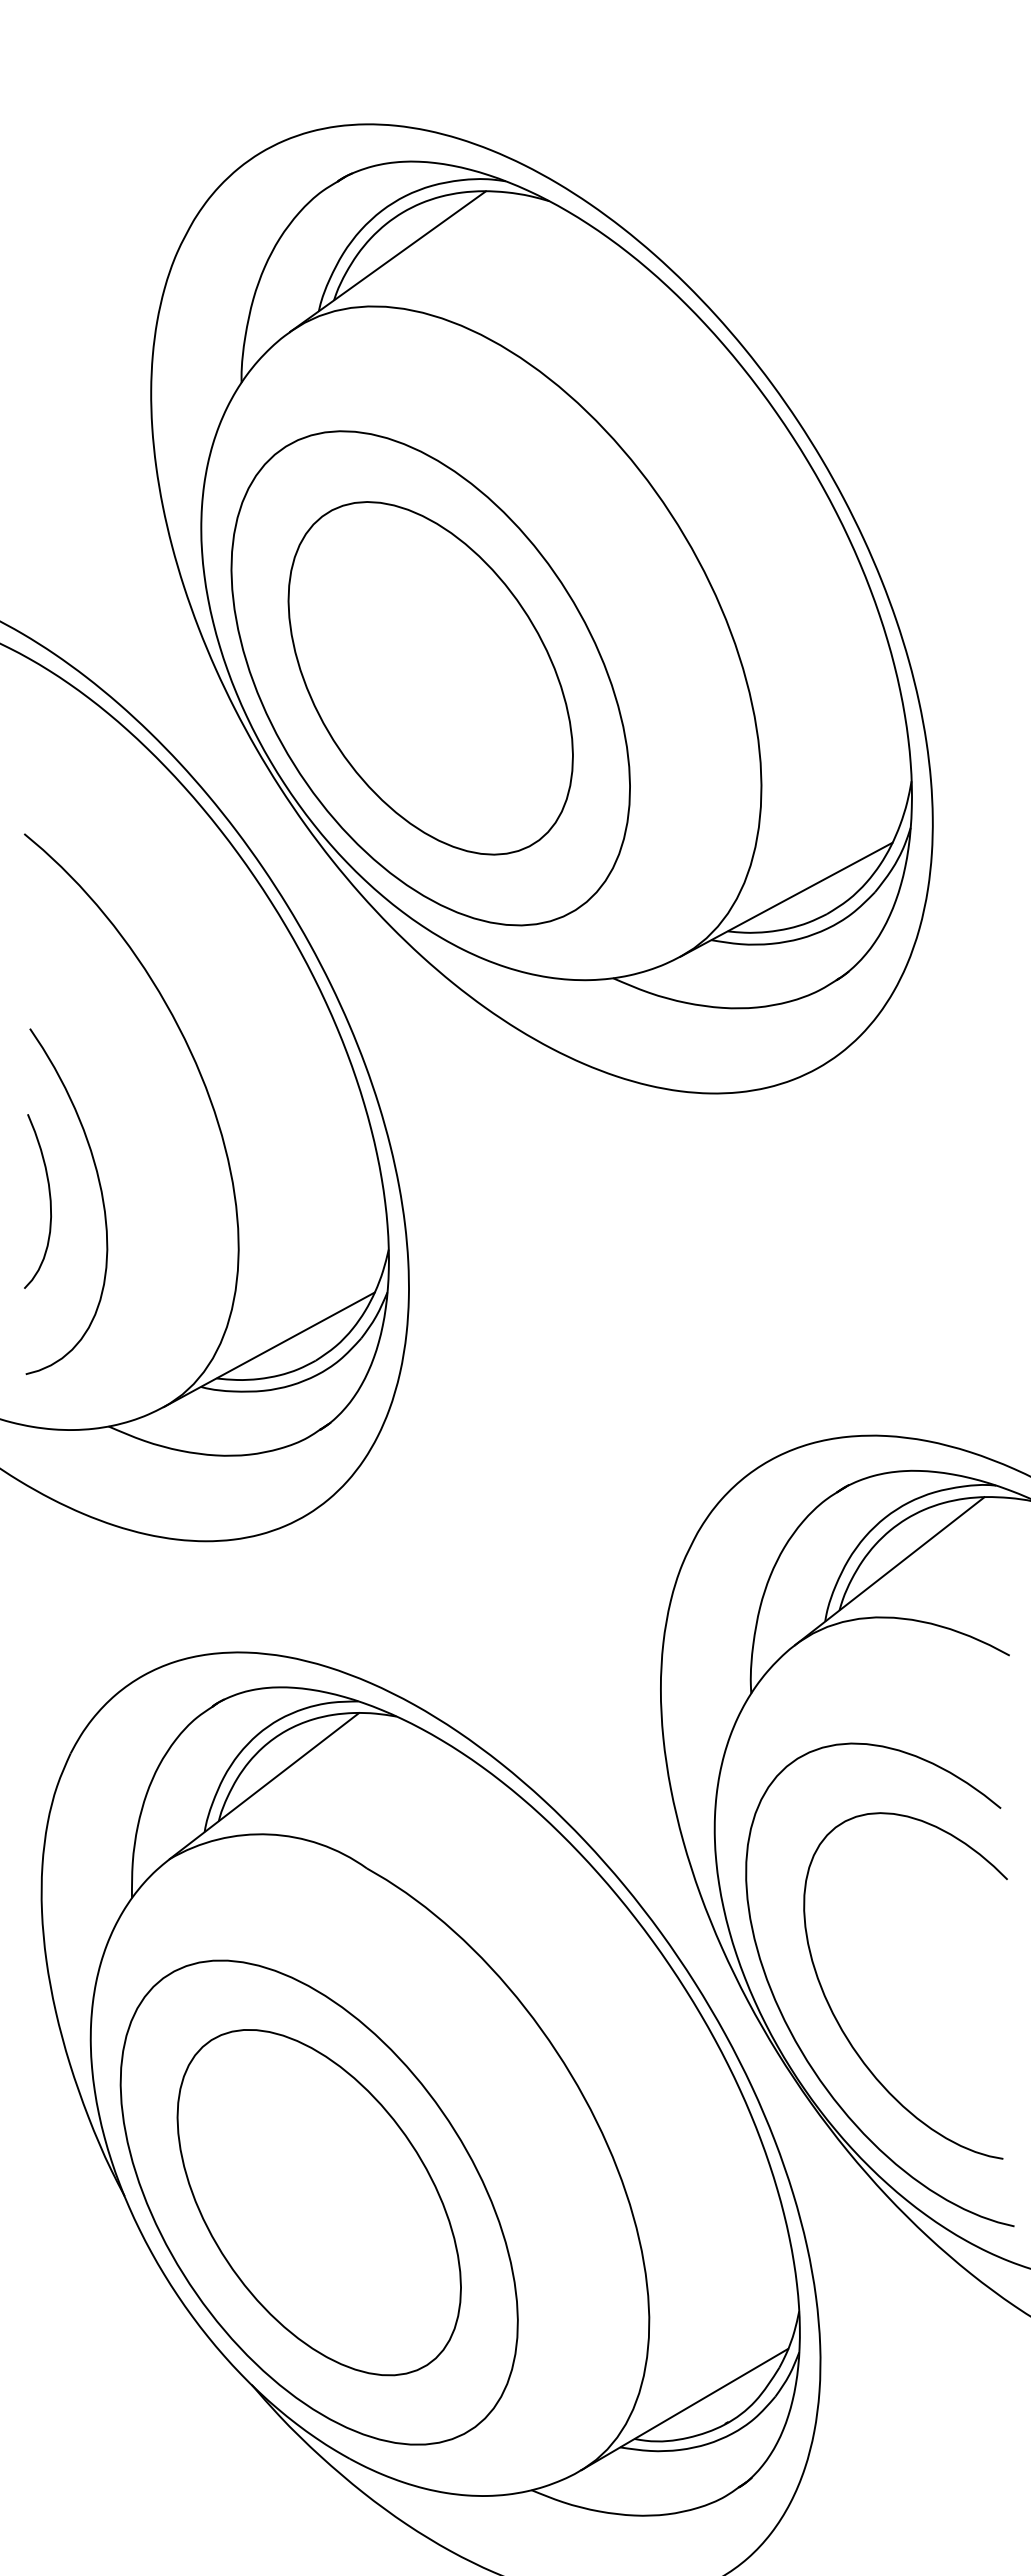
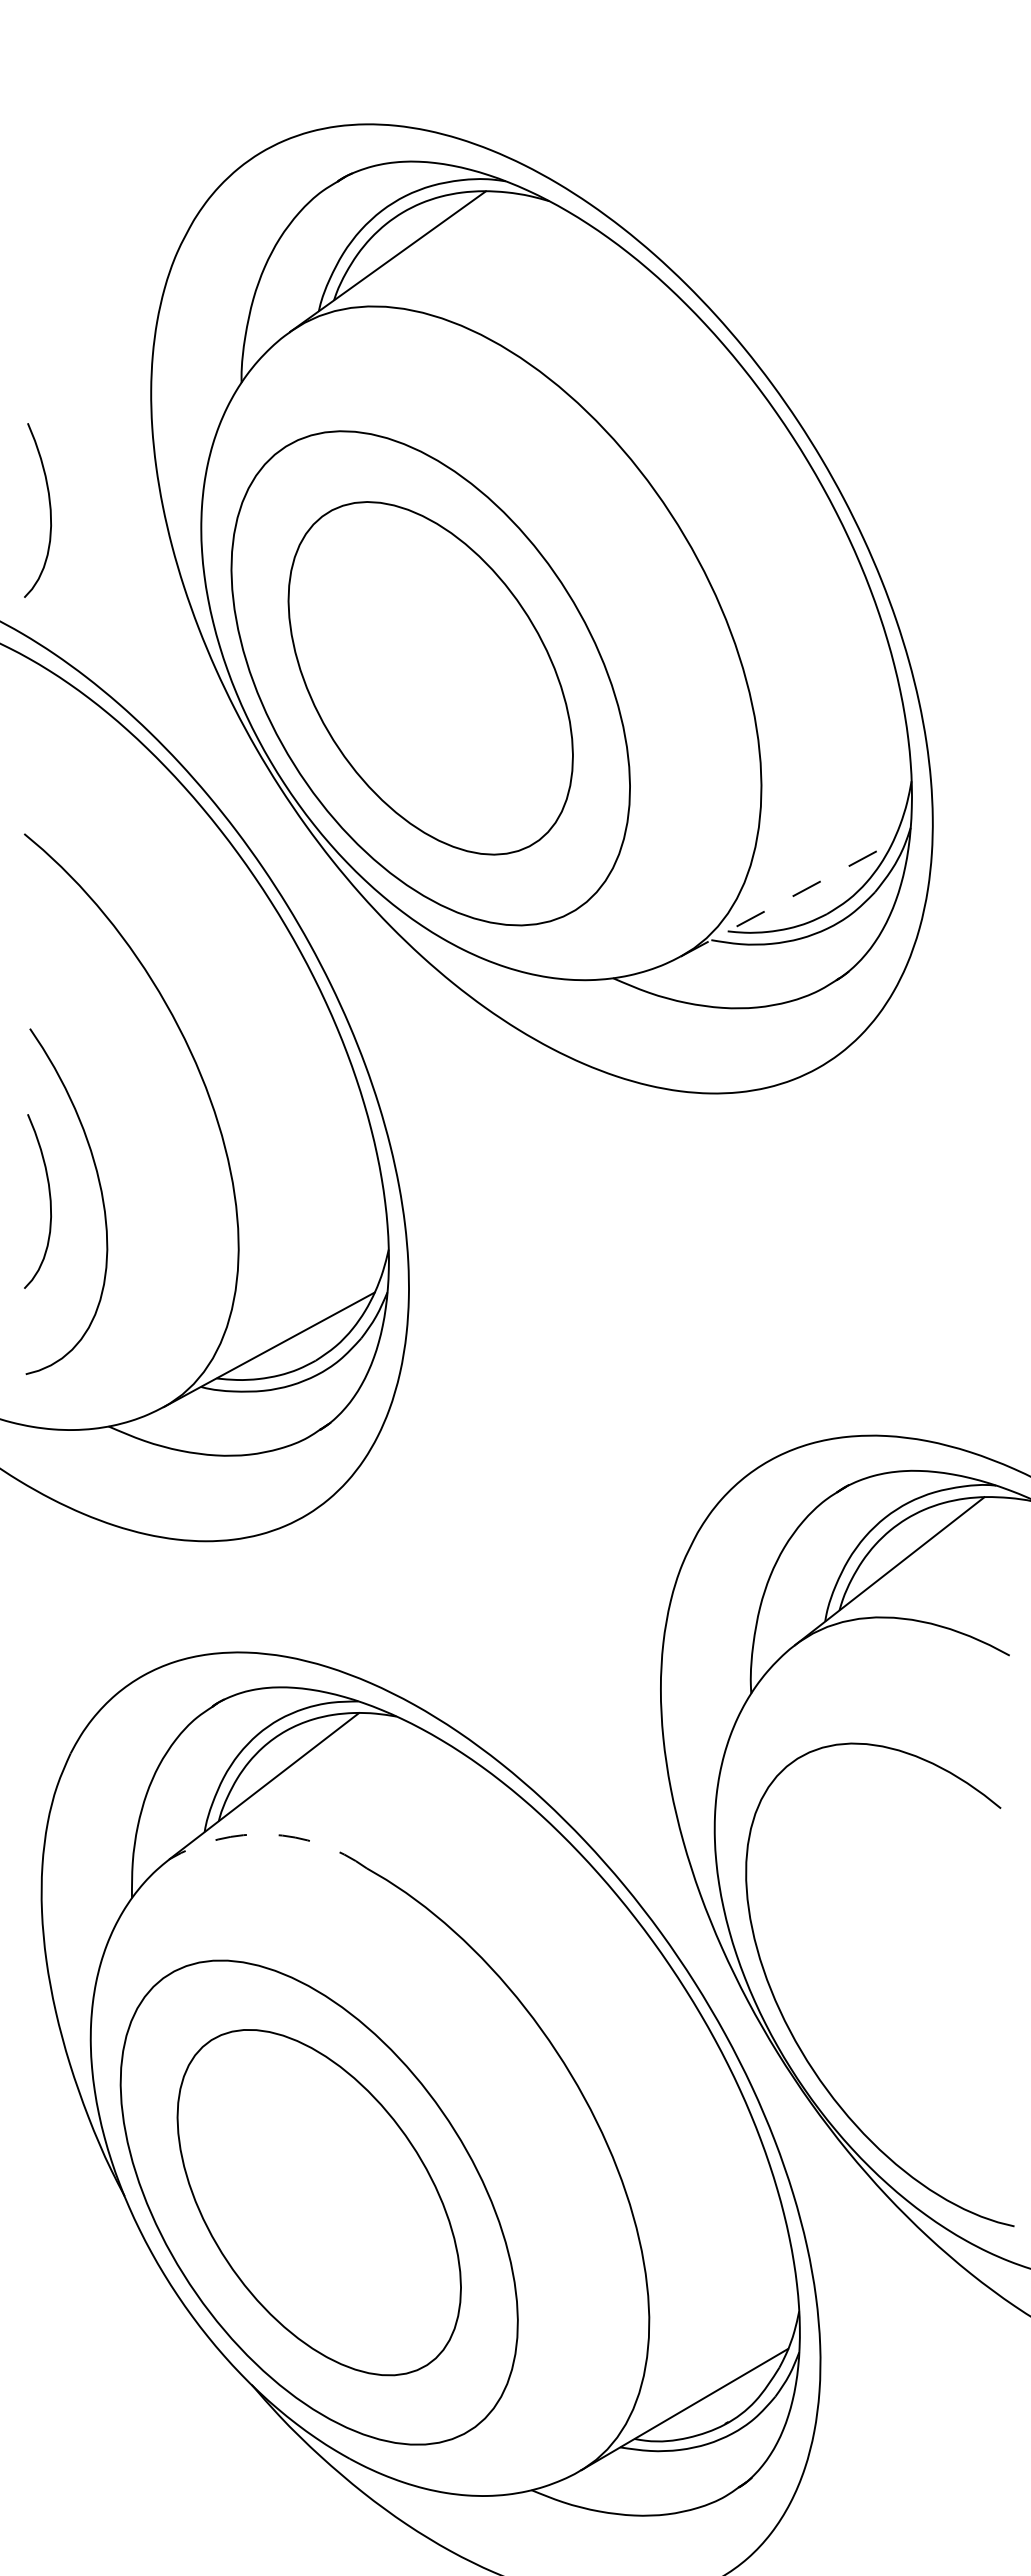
curve at (49, 510): none -> present
line at (786, 899): solid -> dashed
arc at (269, 1834): solid -> dashed
curve at (841, 2026): present -> none
